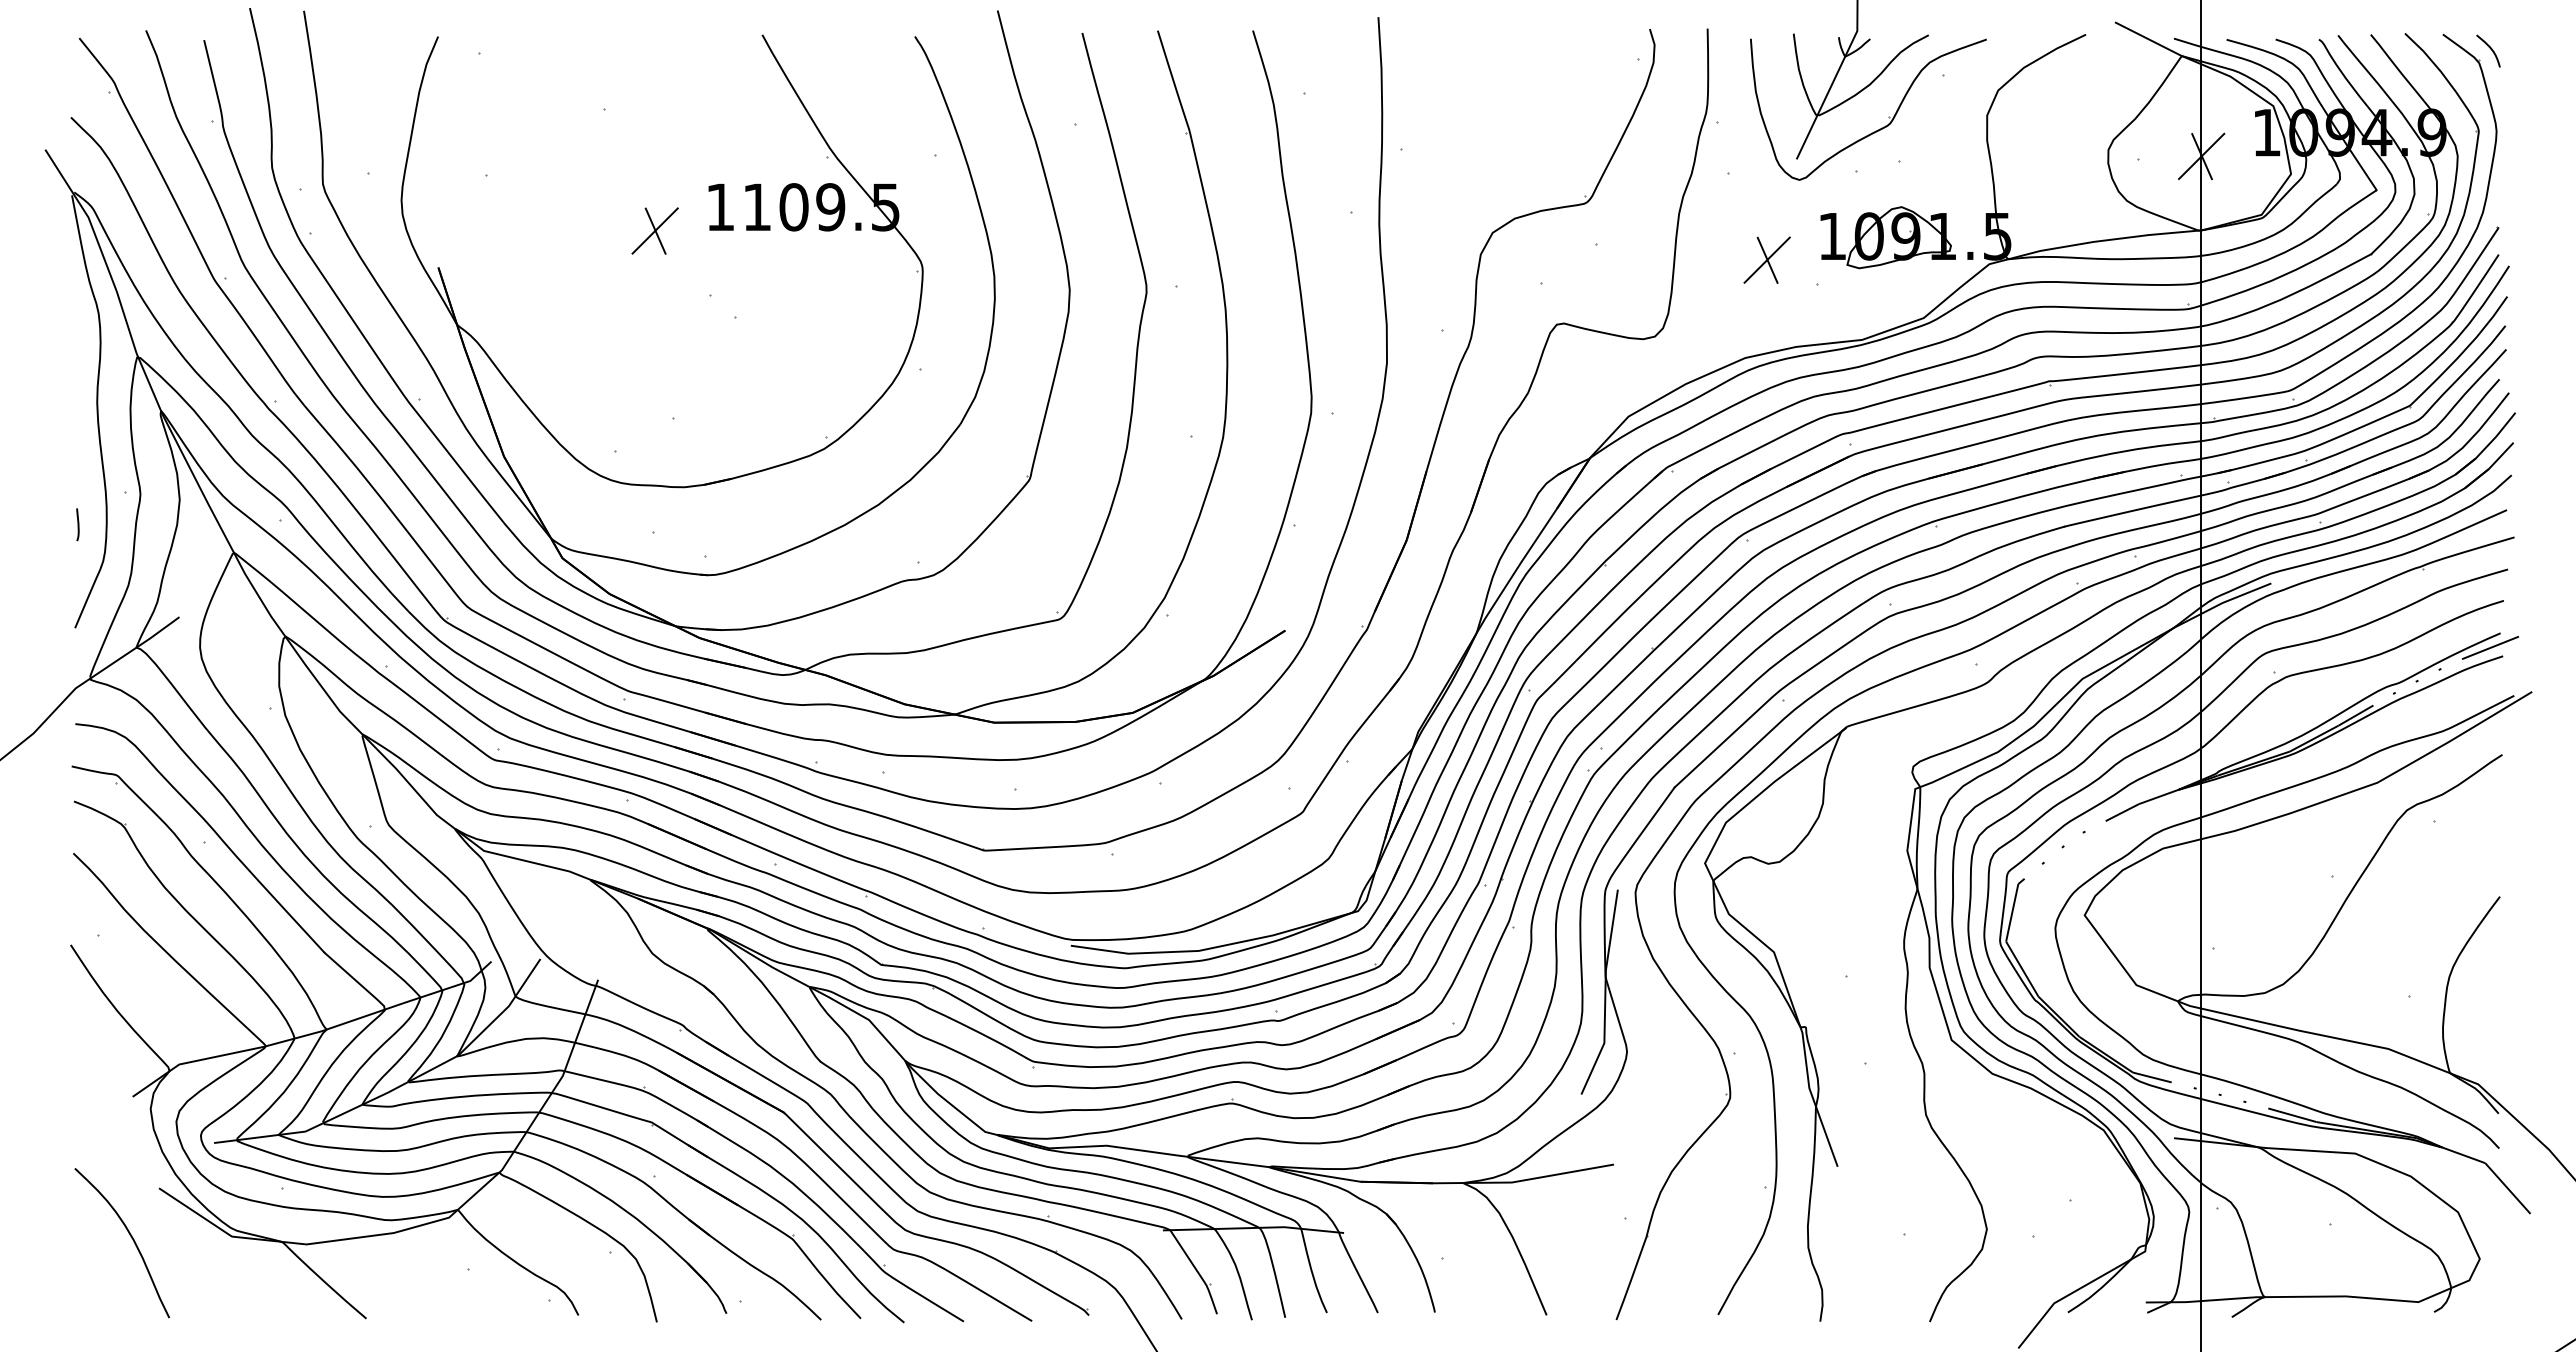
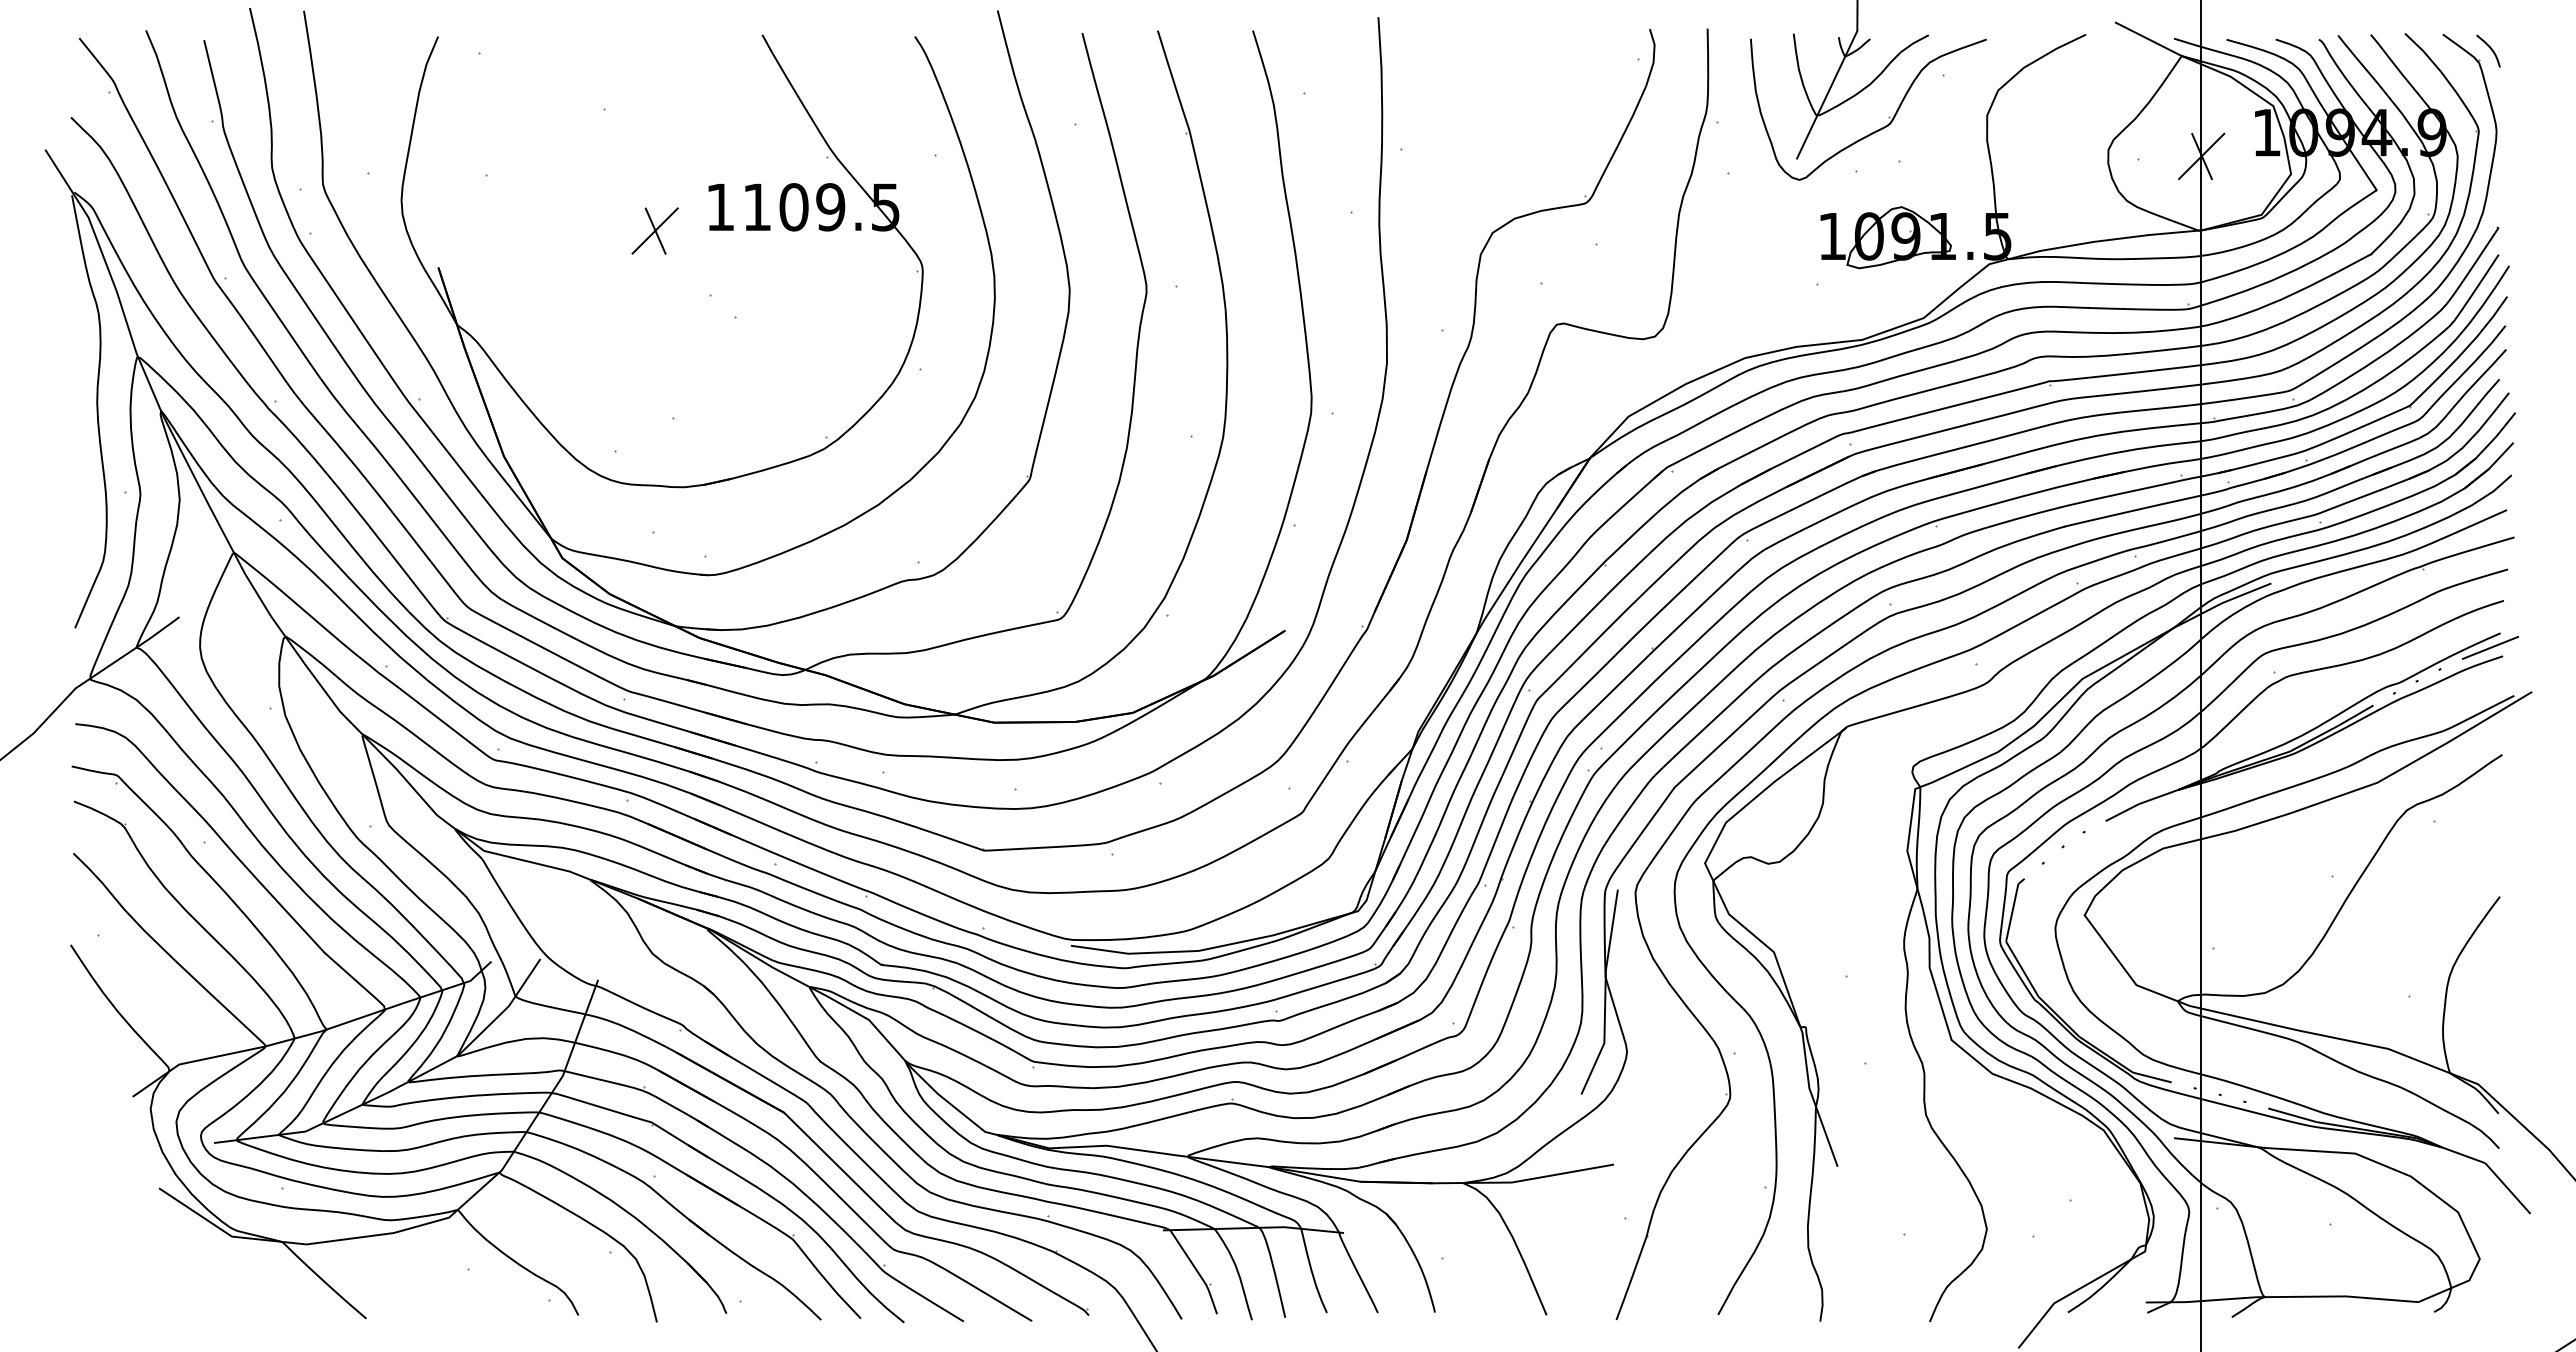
part at (1766, 259): present -> none
line at (77, 524): present -> none
curve at (131, 1238): present -> none
